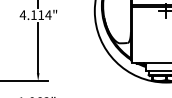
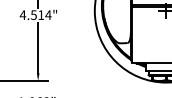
text at (33, 15): 4.114" -> 4.514"
